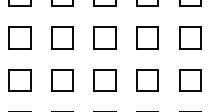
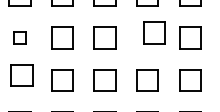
part at (19, 37) size: 24x24 px -> 14x14 px
part at (147, 37) position: (147, 37) -> (154, 32)
part at (19, 80) position: (19, 80) -> (21, 75)
